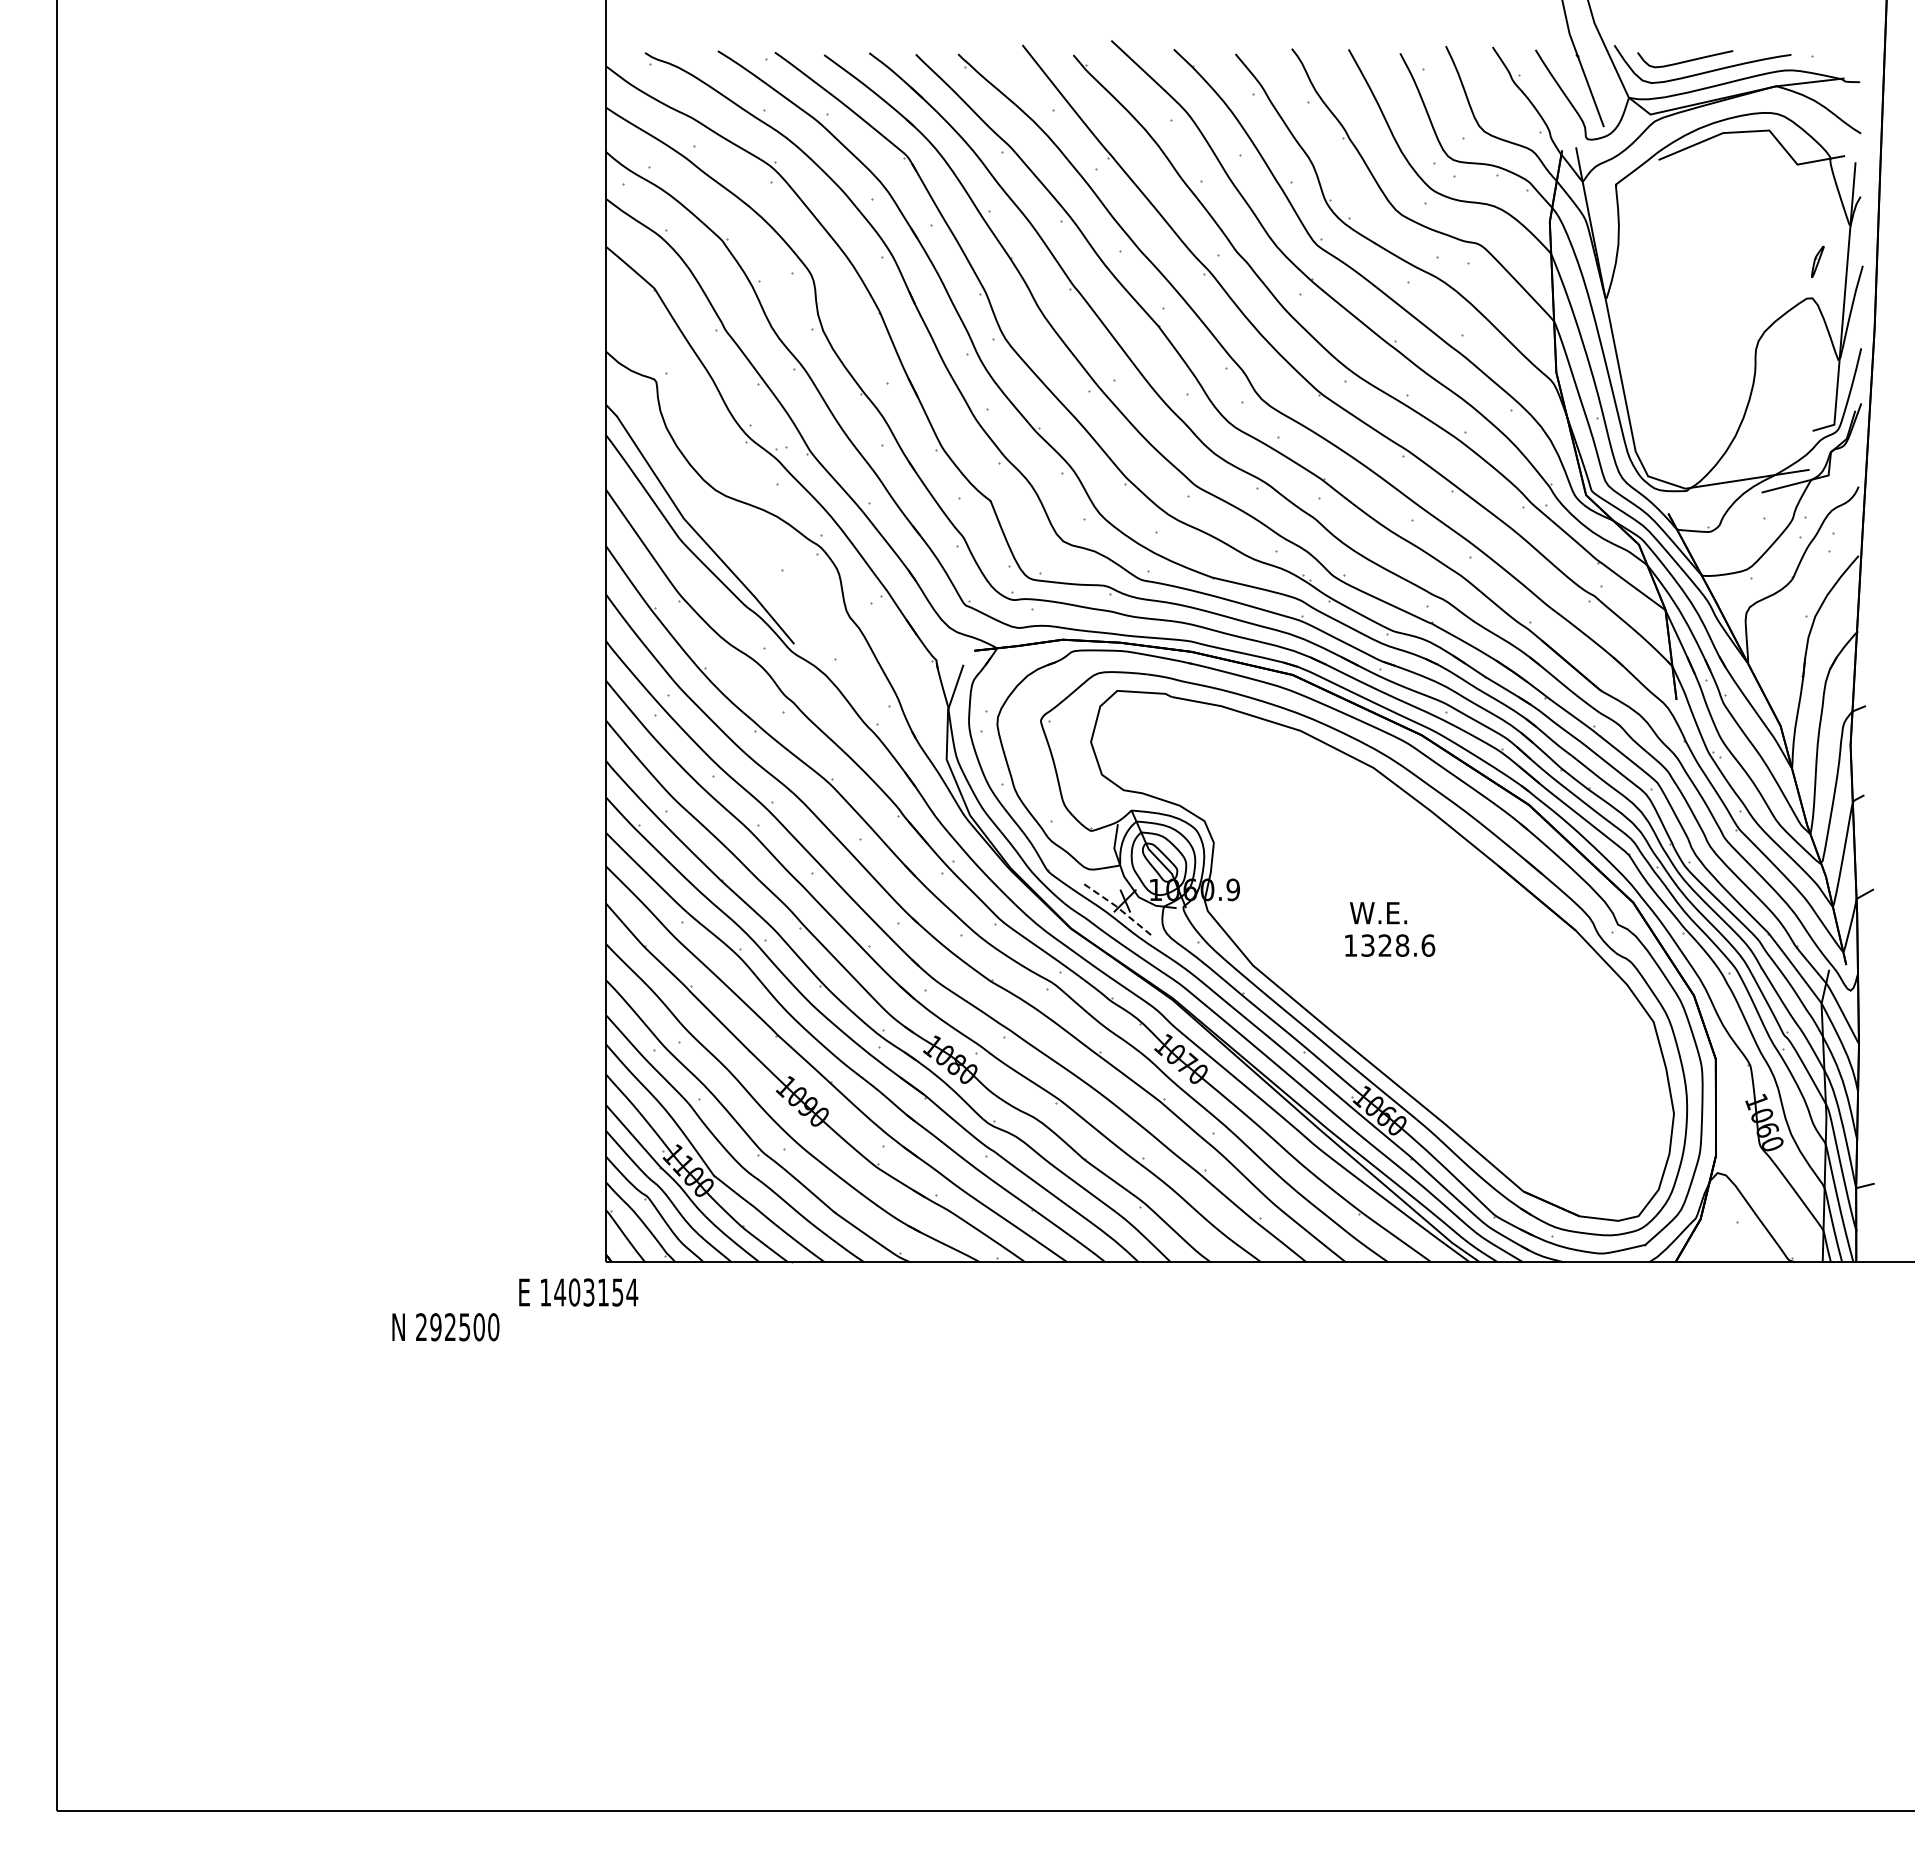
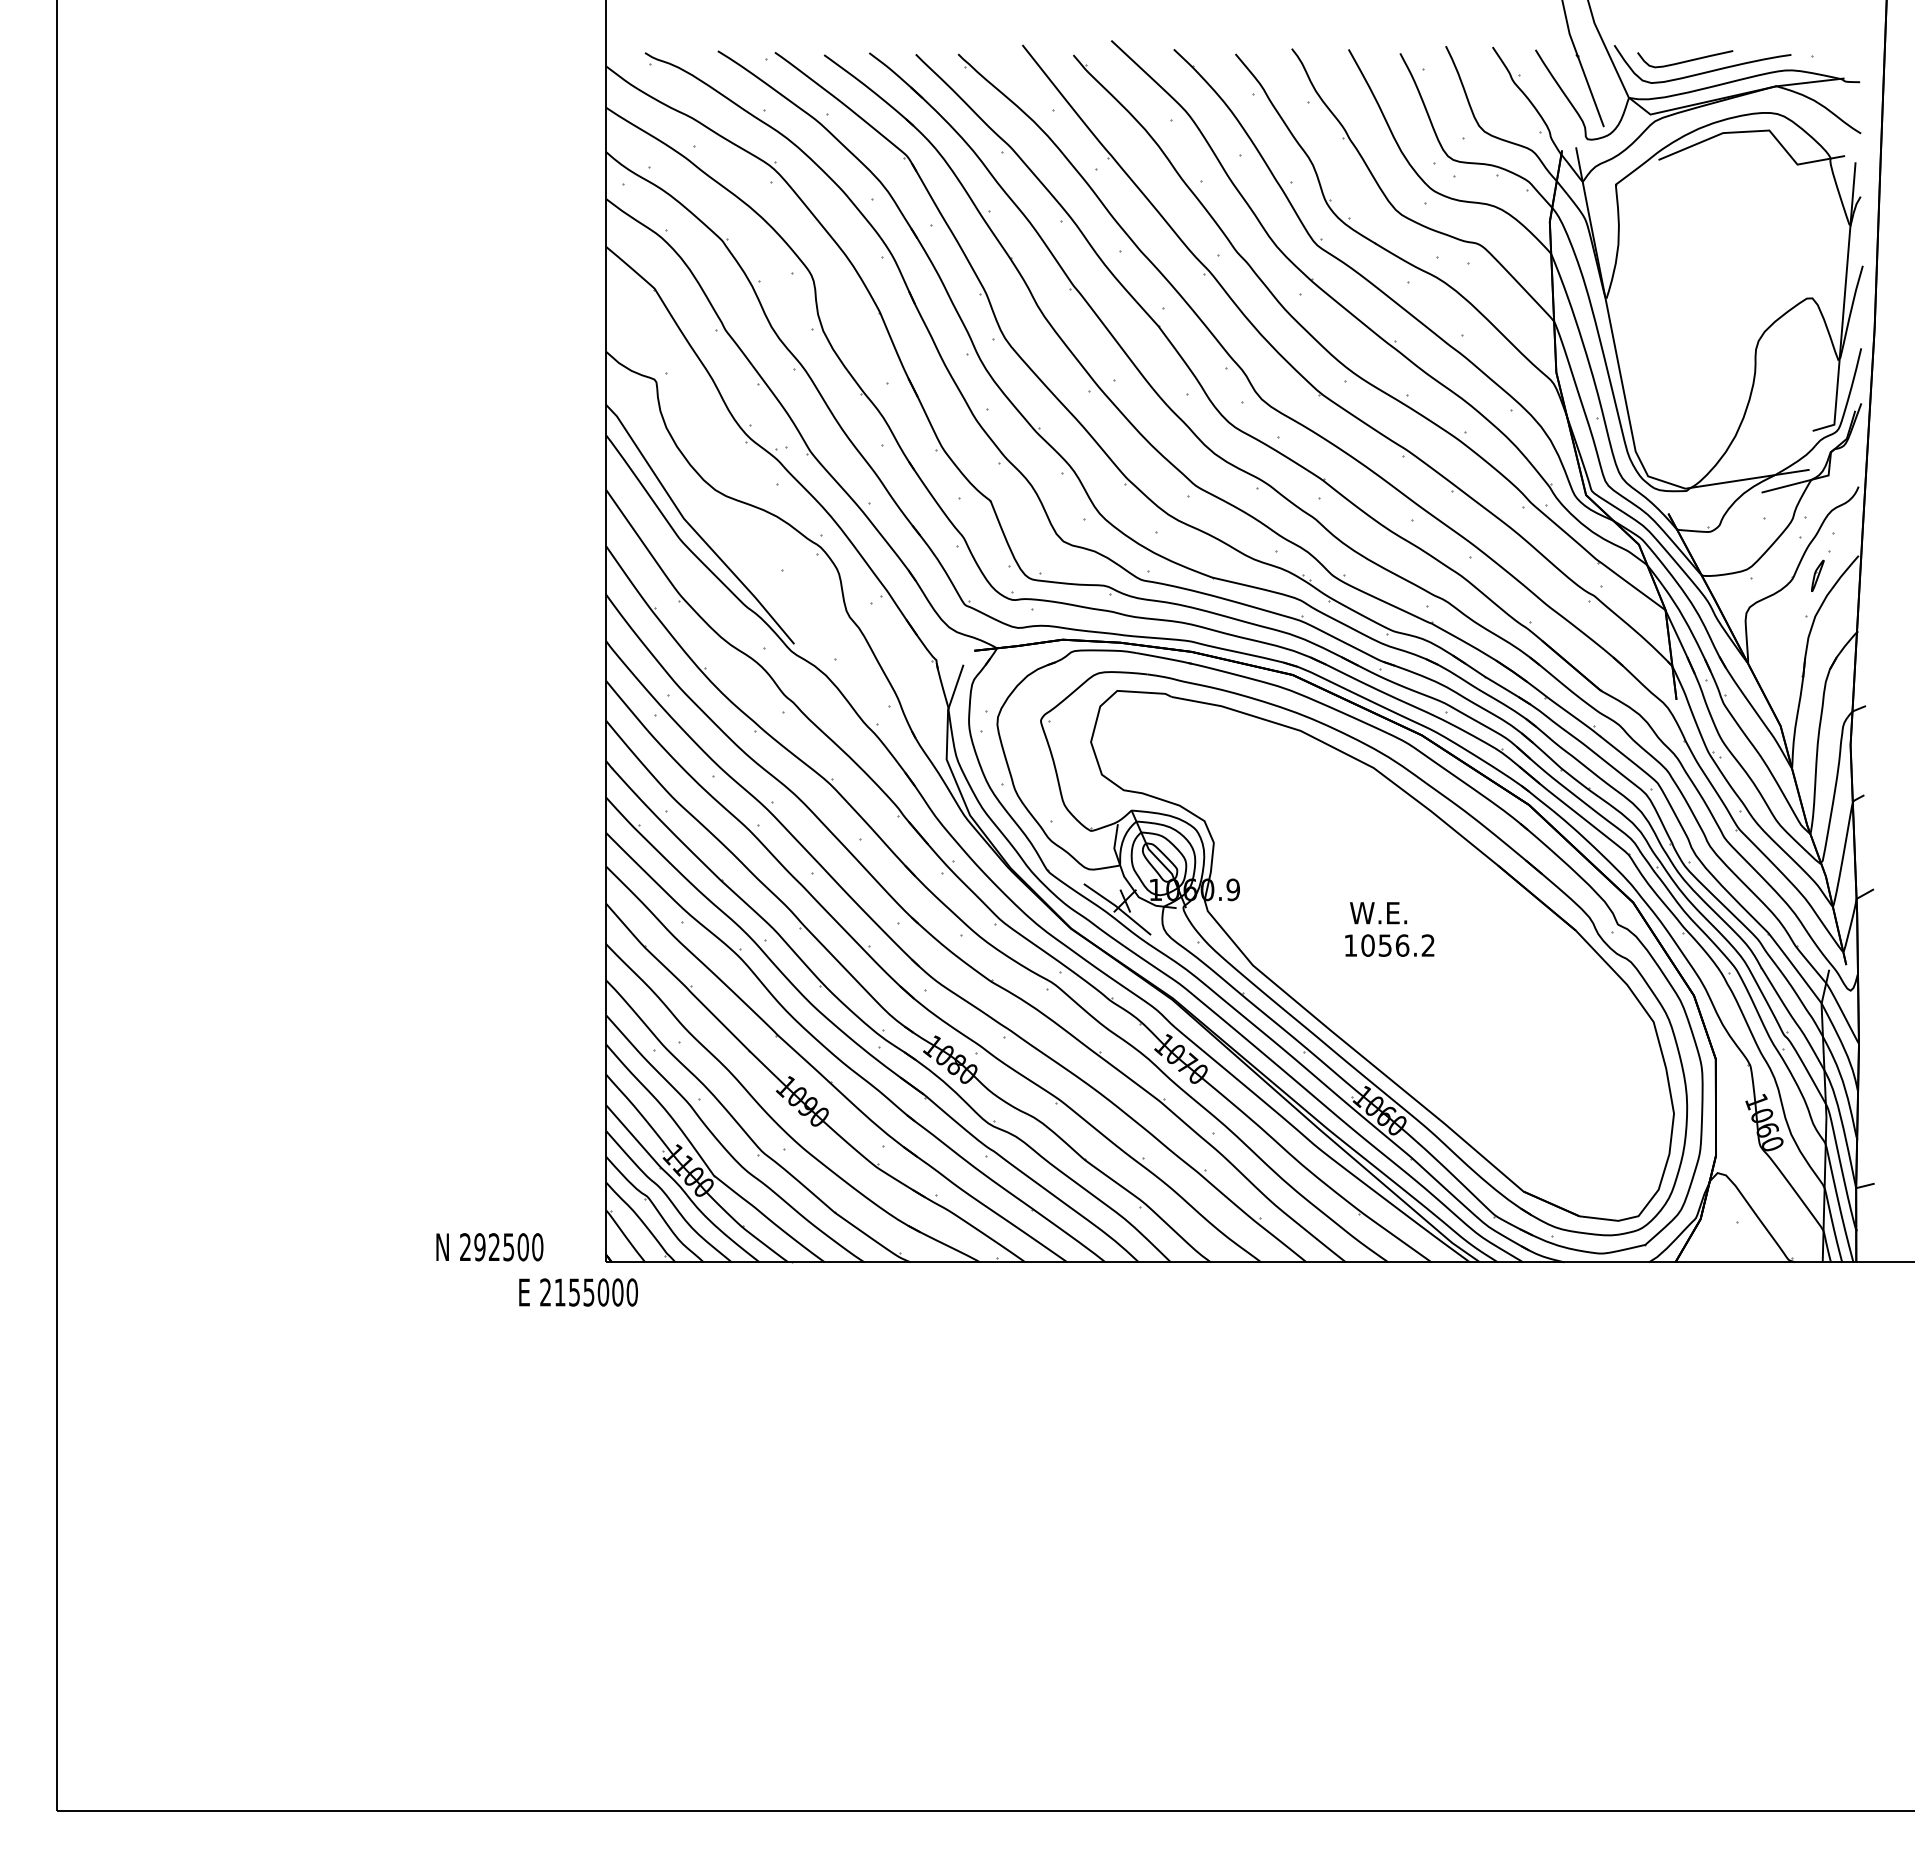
part at (1817, 261) position: (1817, 261) -> (1817, 575)
line at (1117, 907): dashed -> solid
text at (1398, 945): 1328.6 -> 1056.2
text at (589, 1292): 1403154 -> 2155000
text at (445, 1327) position: (445, 1327) -> (489, 1247)
